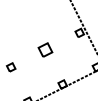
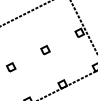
line at (25, 13): none -> present
part at (45, 49) size: 17x16 px -> 11x11 px
